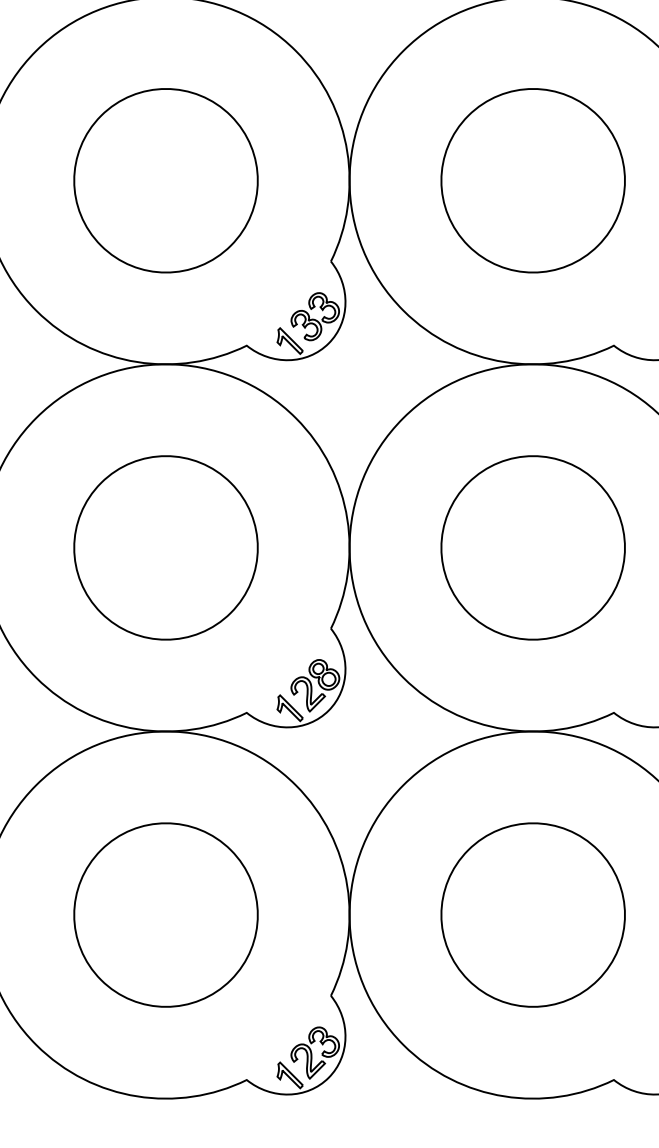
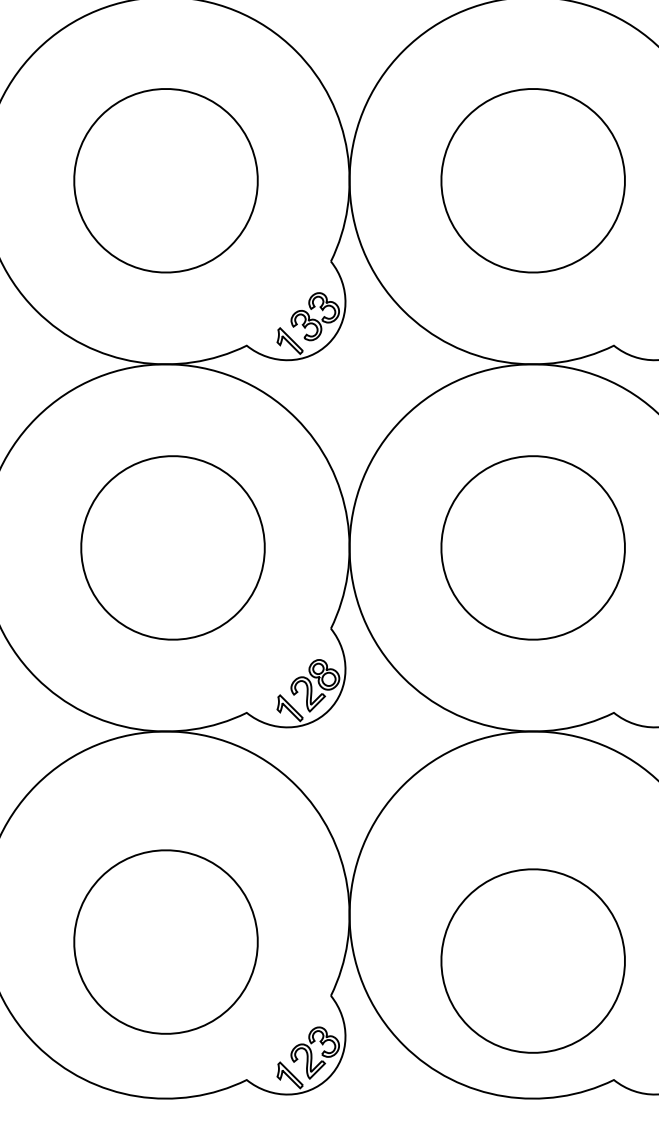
part at (165, 547) position: (165, 547) -> (172, 547)
part at (165, 914) position: (165, 914) -> (165, 941)
part at (532, 914) position: (532, 914) -> (532, 960)
